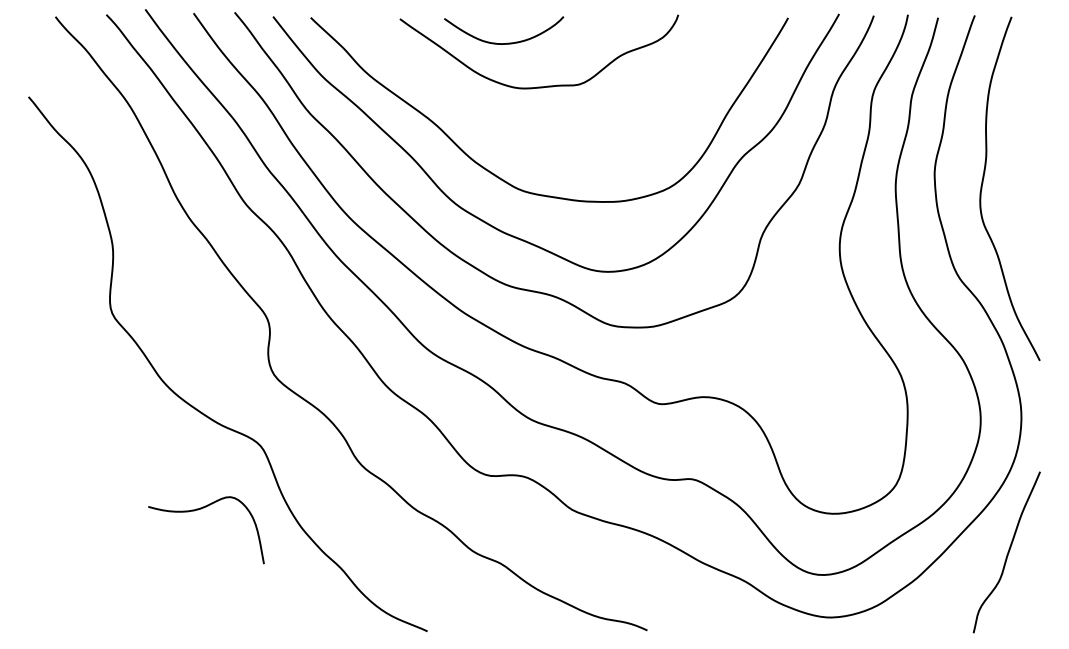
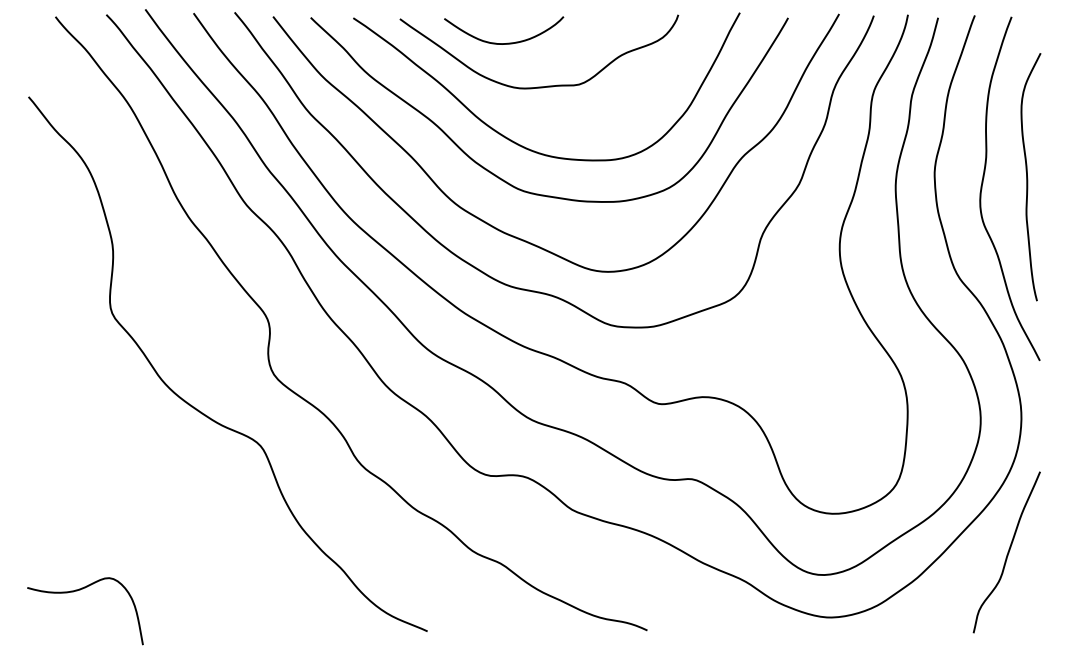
curve at (518, 143): none -> present
curve at (1028, 178): none -> present
curve at (198, 510) position: (198, 510) -> (77, 591)
